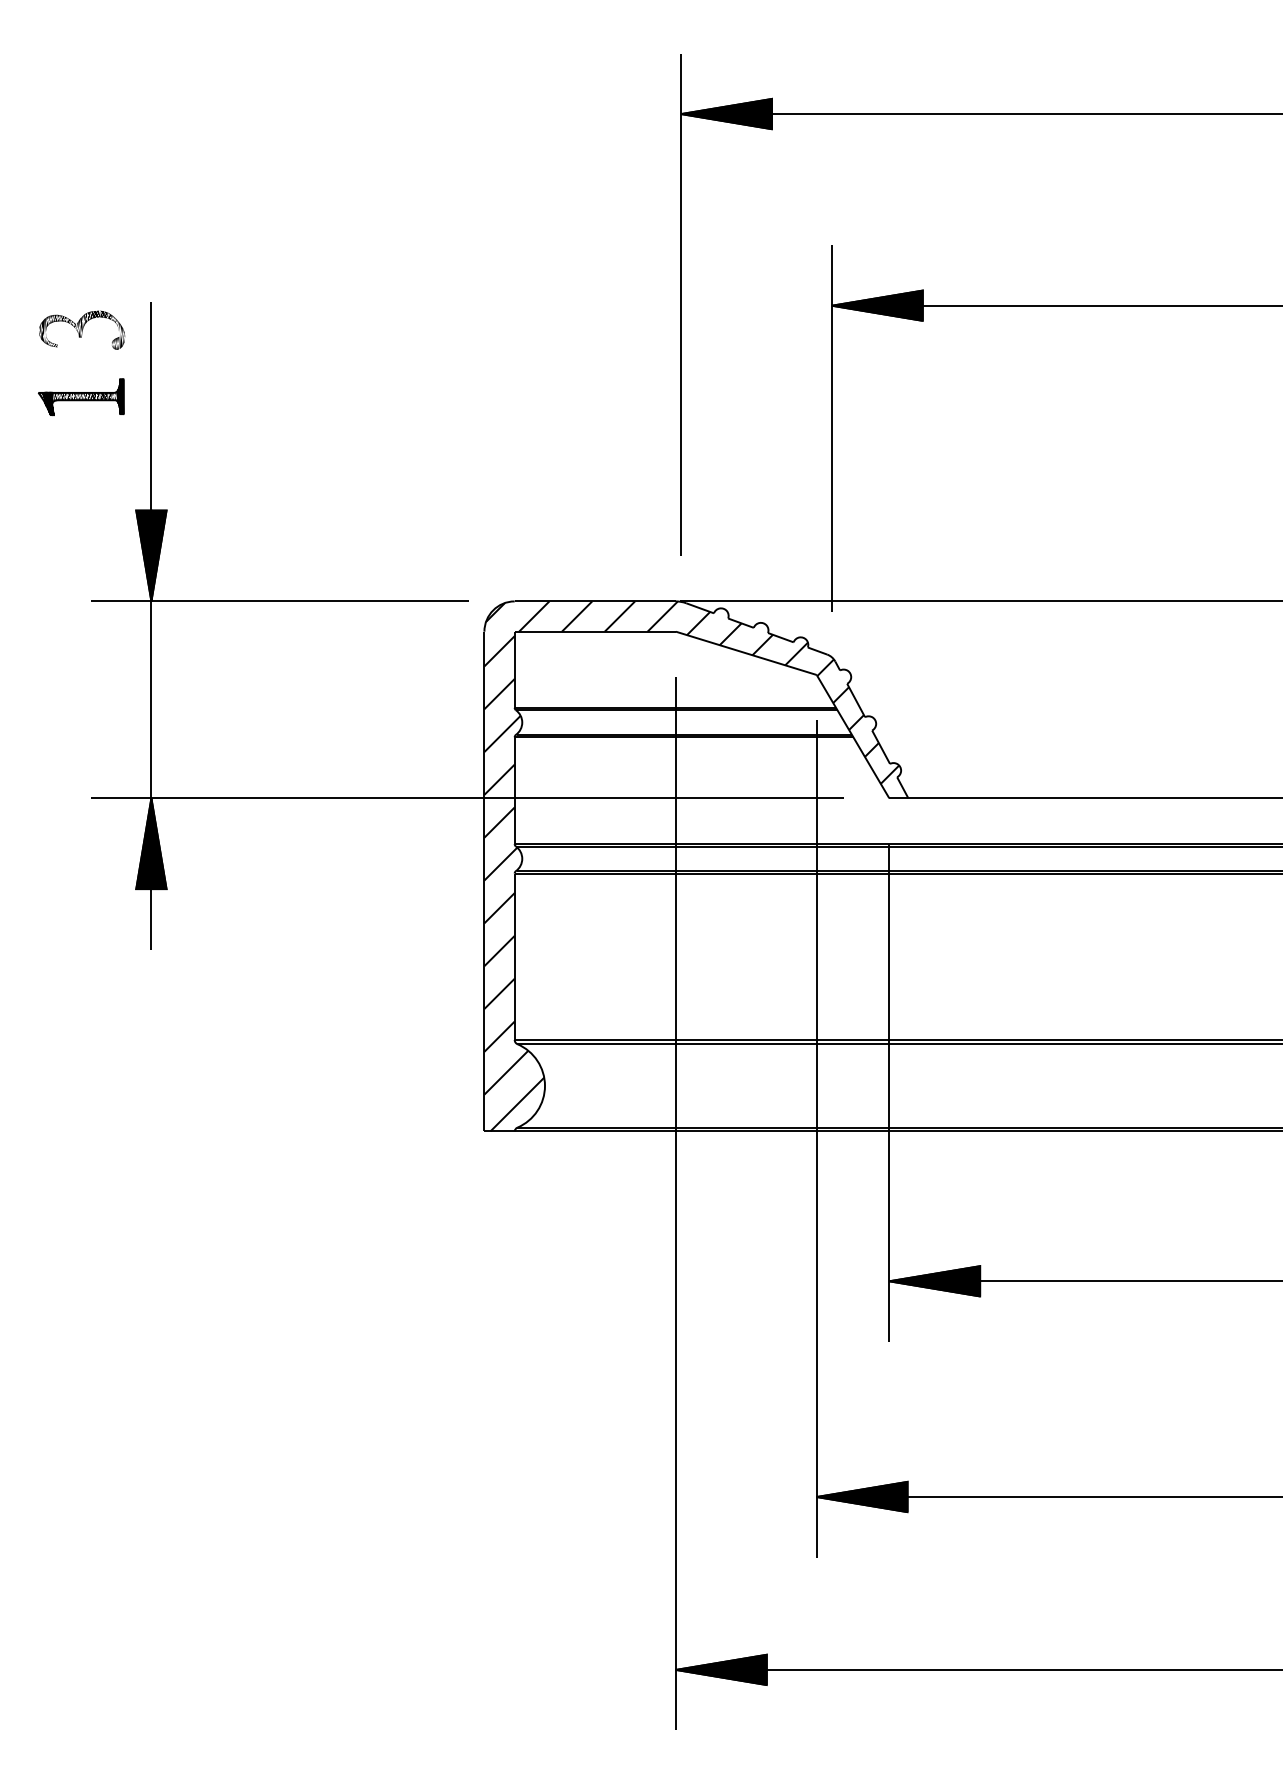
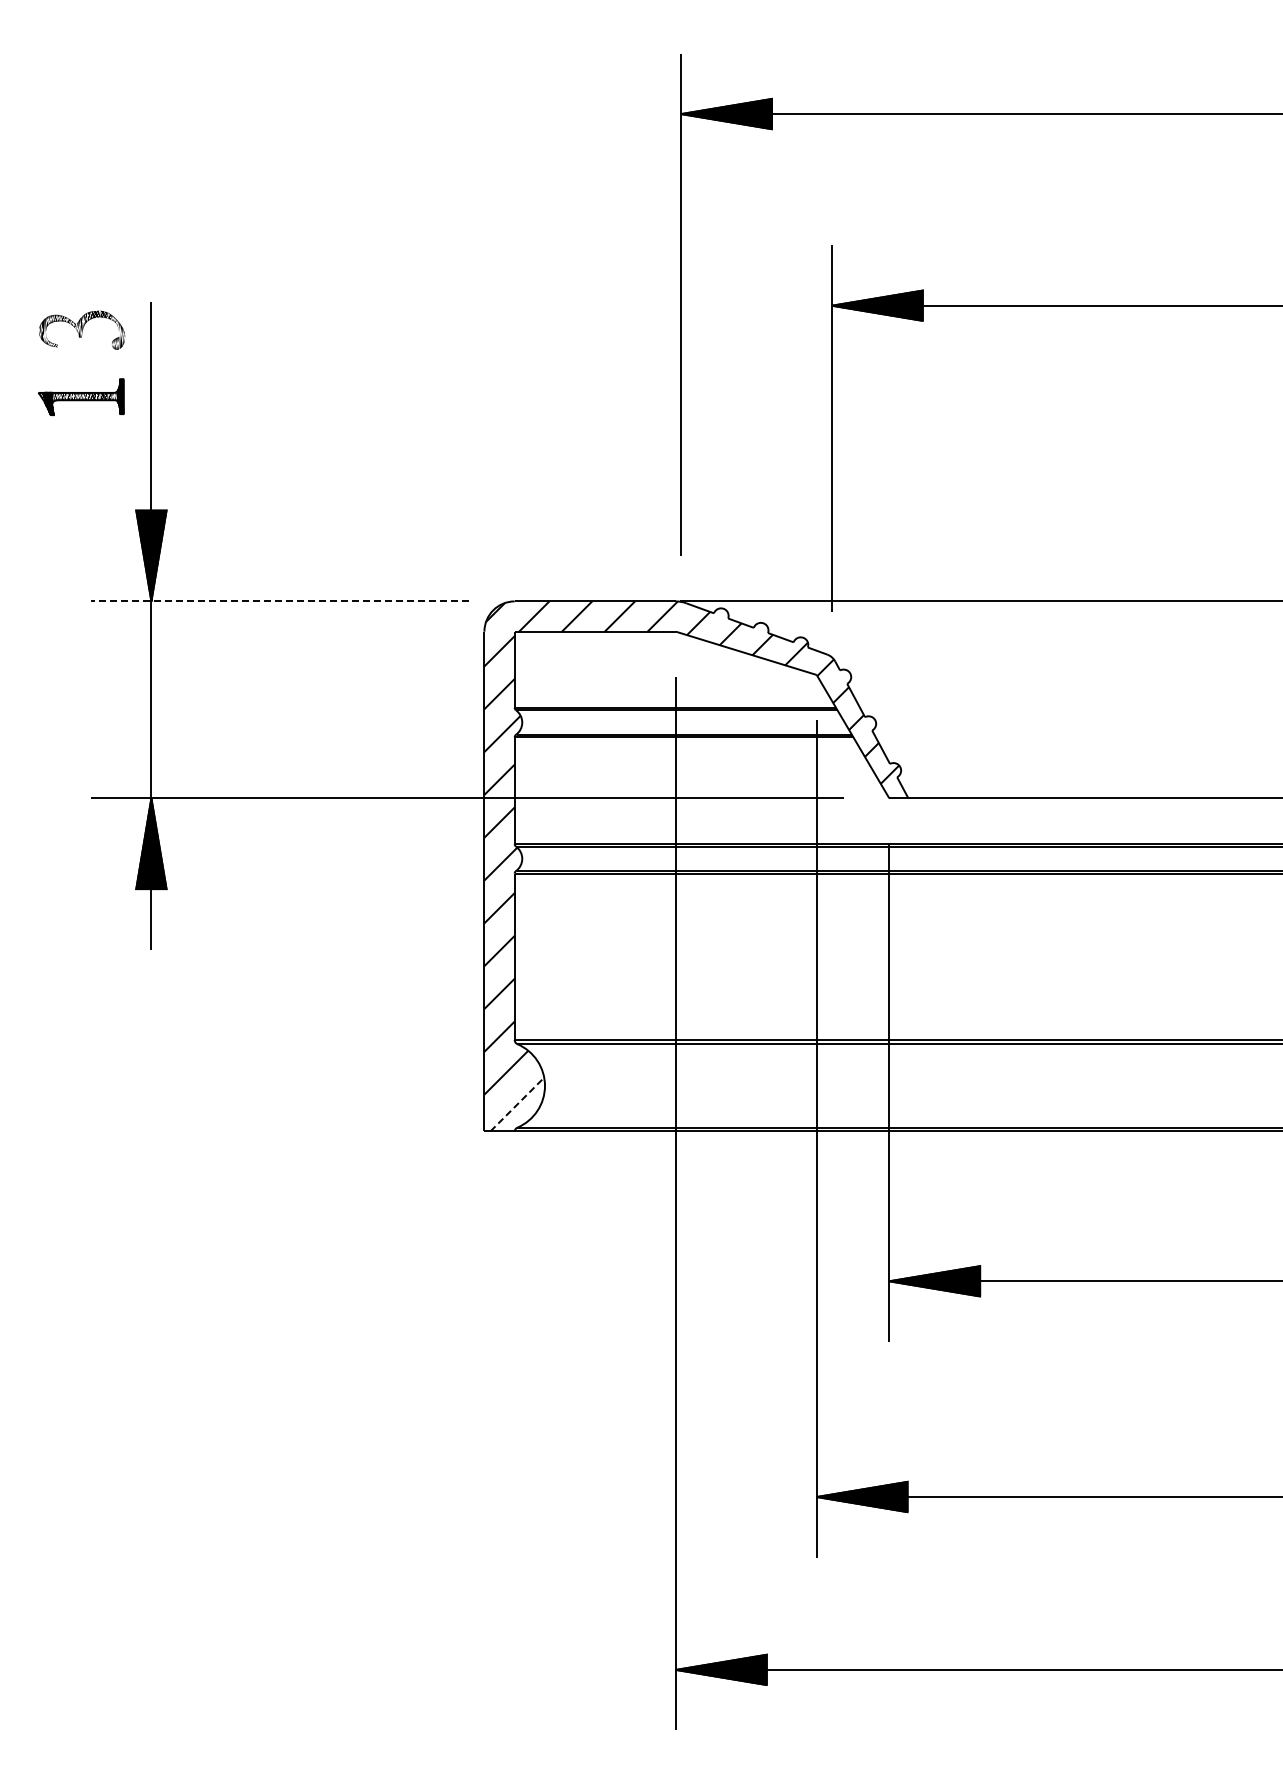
line at (279, 601): solid -> dashed
line at (517, 1104): solid -> dashed
